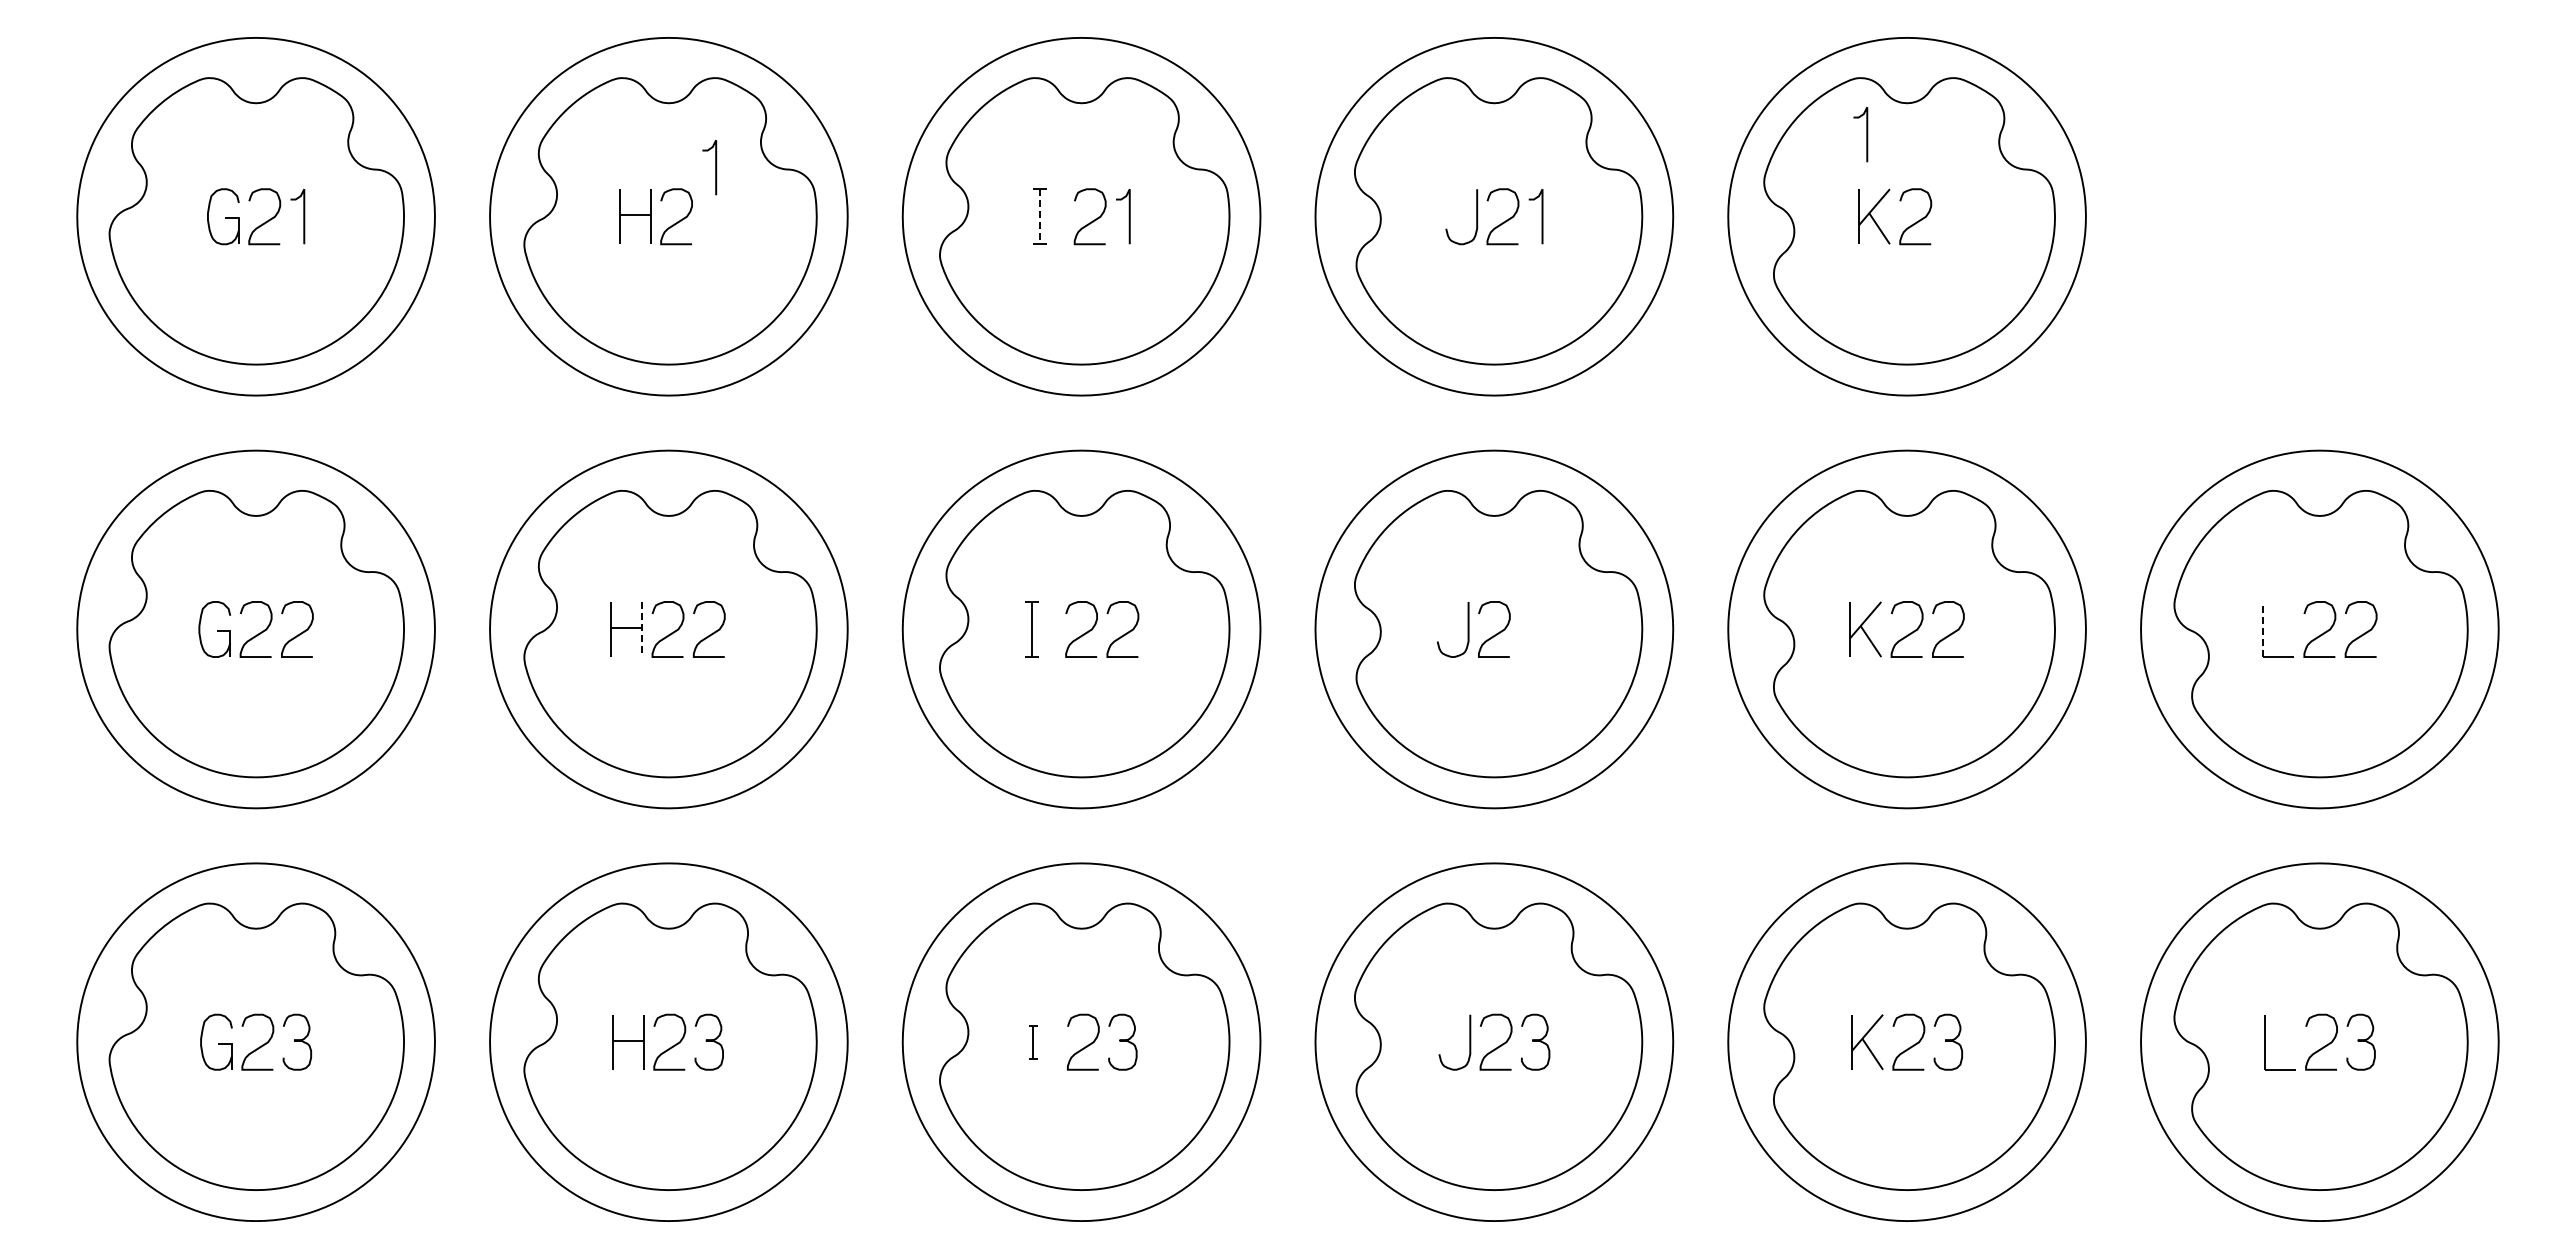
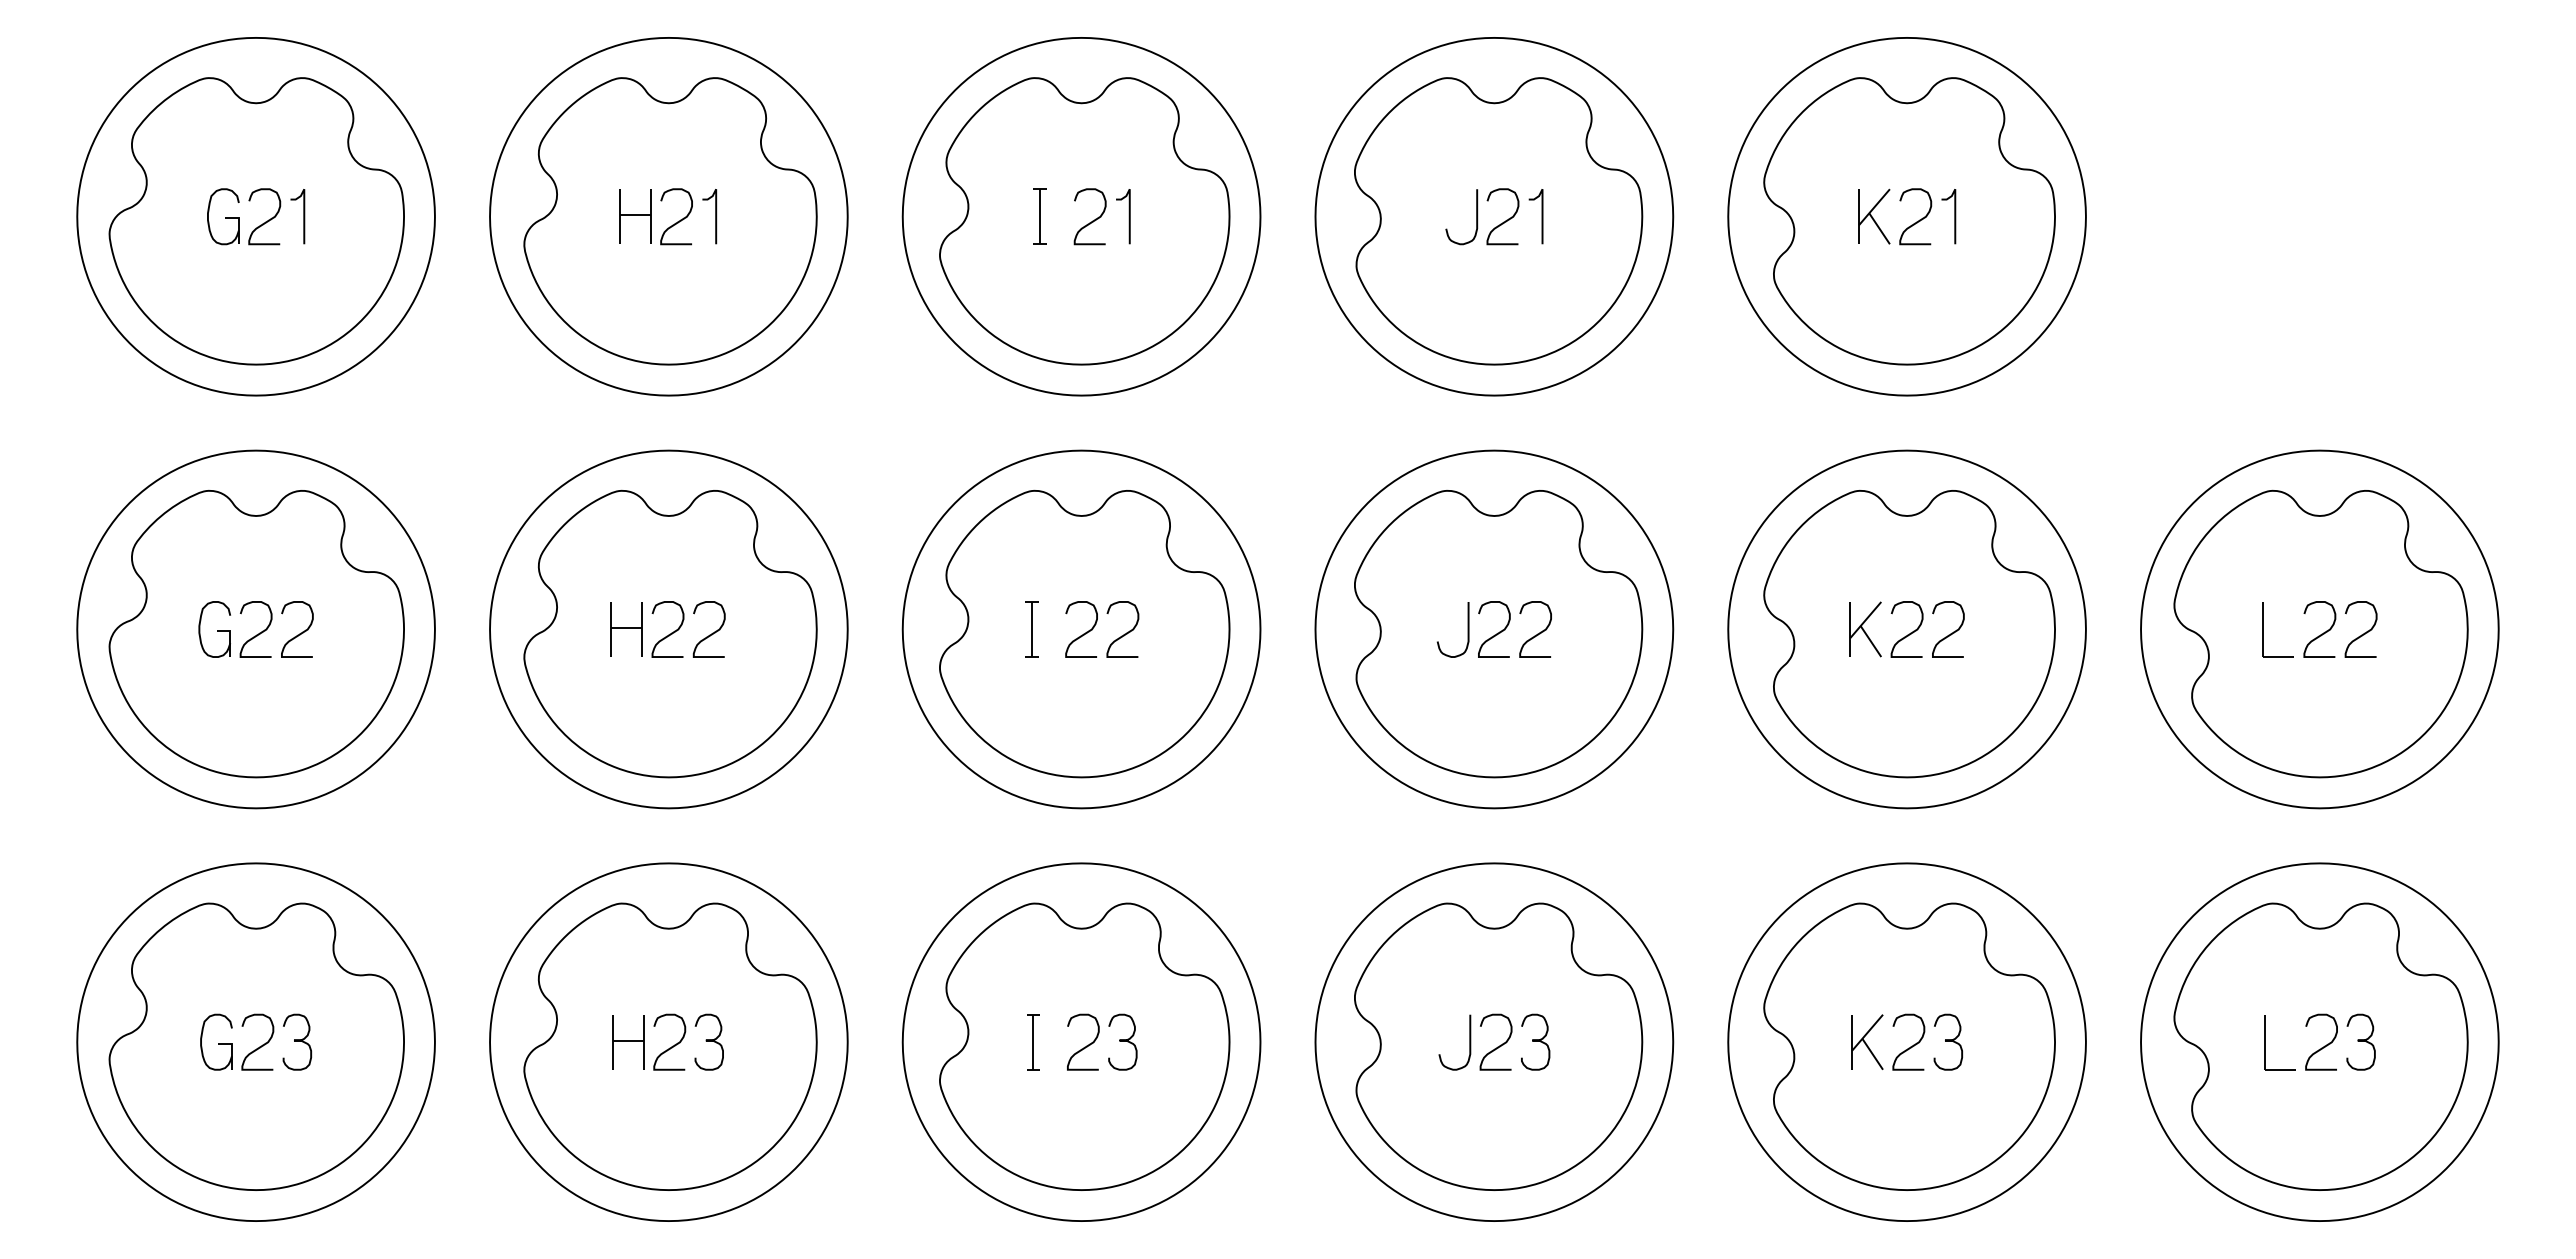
curve at (1866, 134) position: (1866, 134) -> (1954, 216)
curve at (715, 167) position: (715, 167) -> (715, 216)
line at (1040, 216): dashed -> solid
line at (642, 629): dashed -> solid
line at (2263, 629): dashed -> solid
curve at (1537, 633): none -> present
part at (1033, 1042) size: 9x35 px -> 13x57 px
